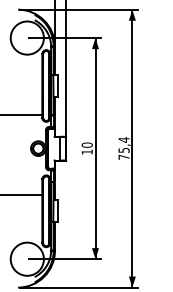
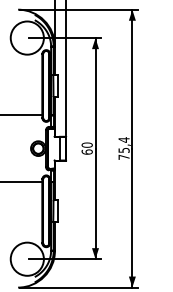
text at (86, 151): 10 -> 60
line at (22, 195) position: (22, 195) -> (22, 182)
